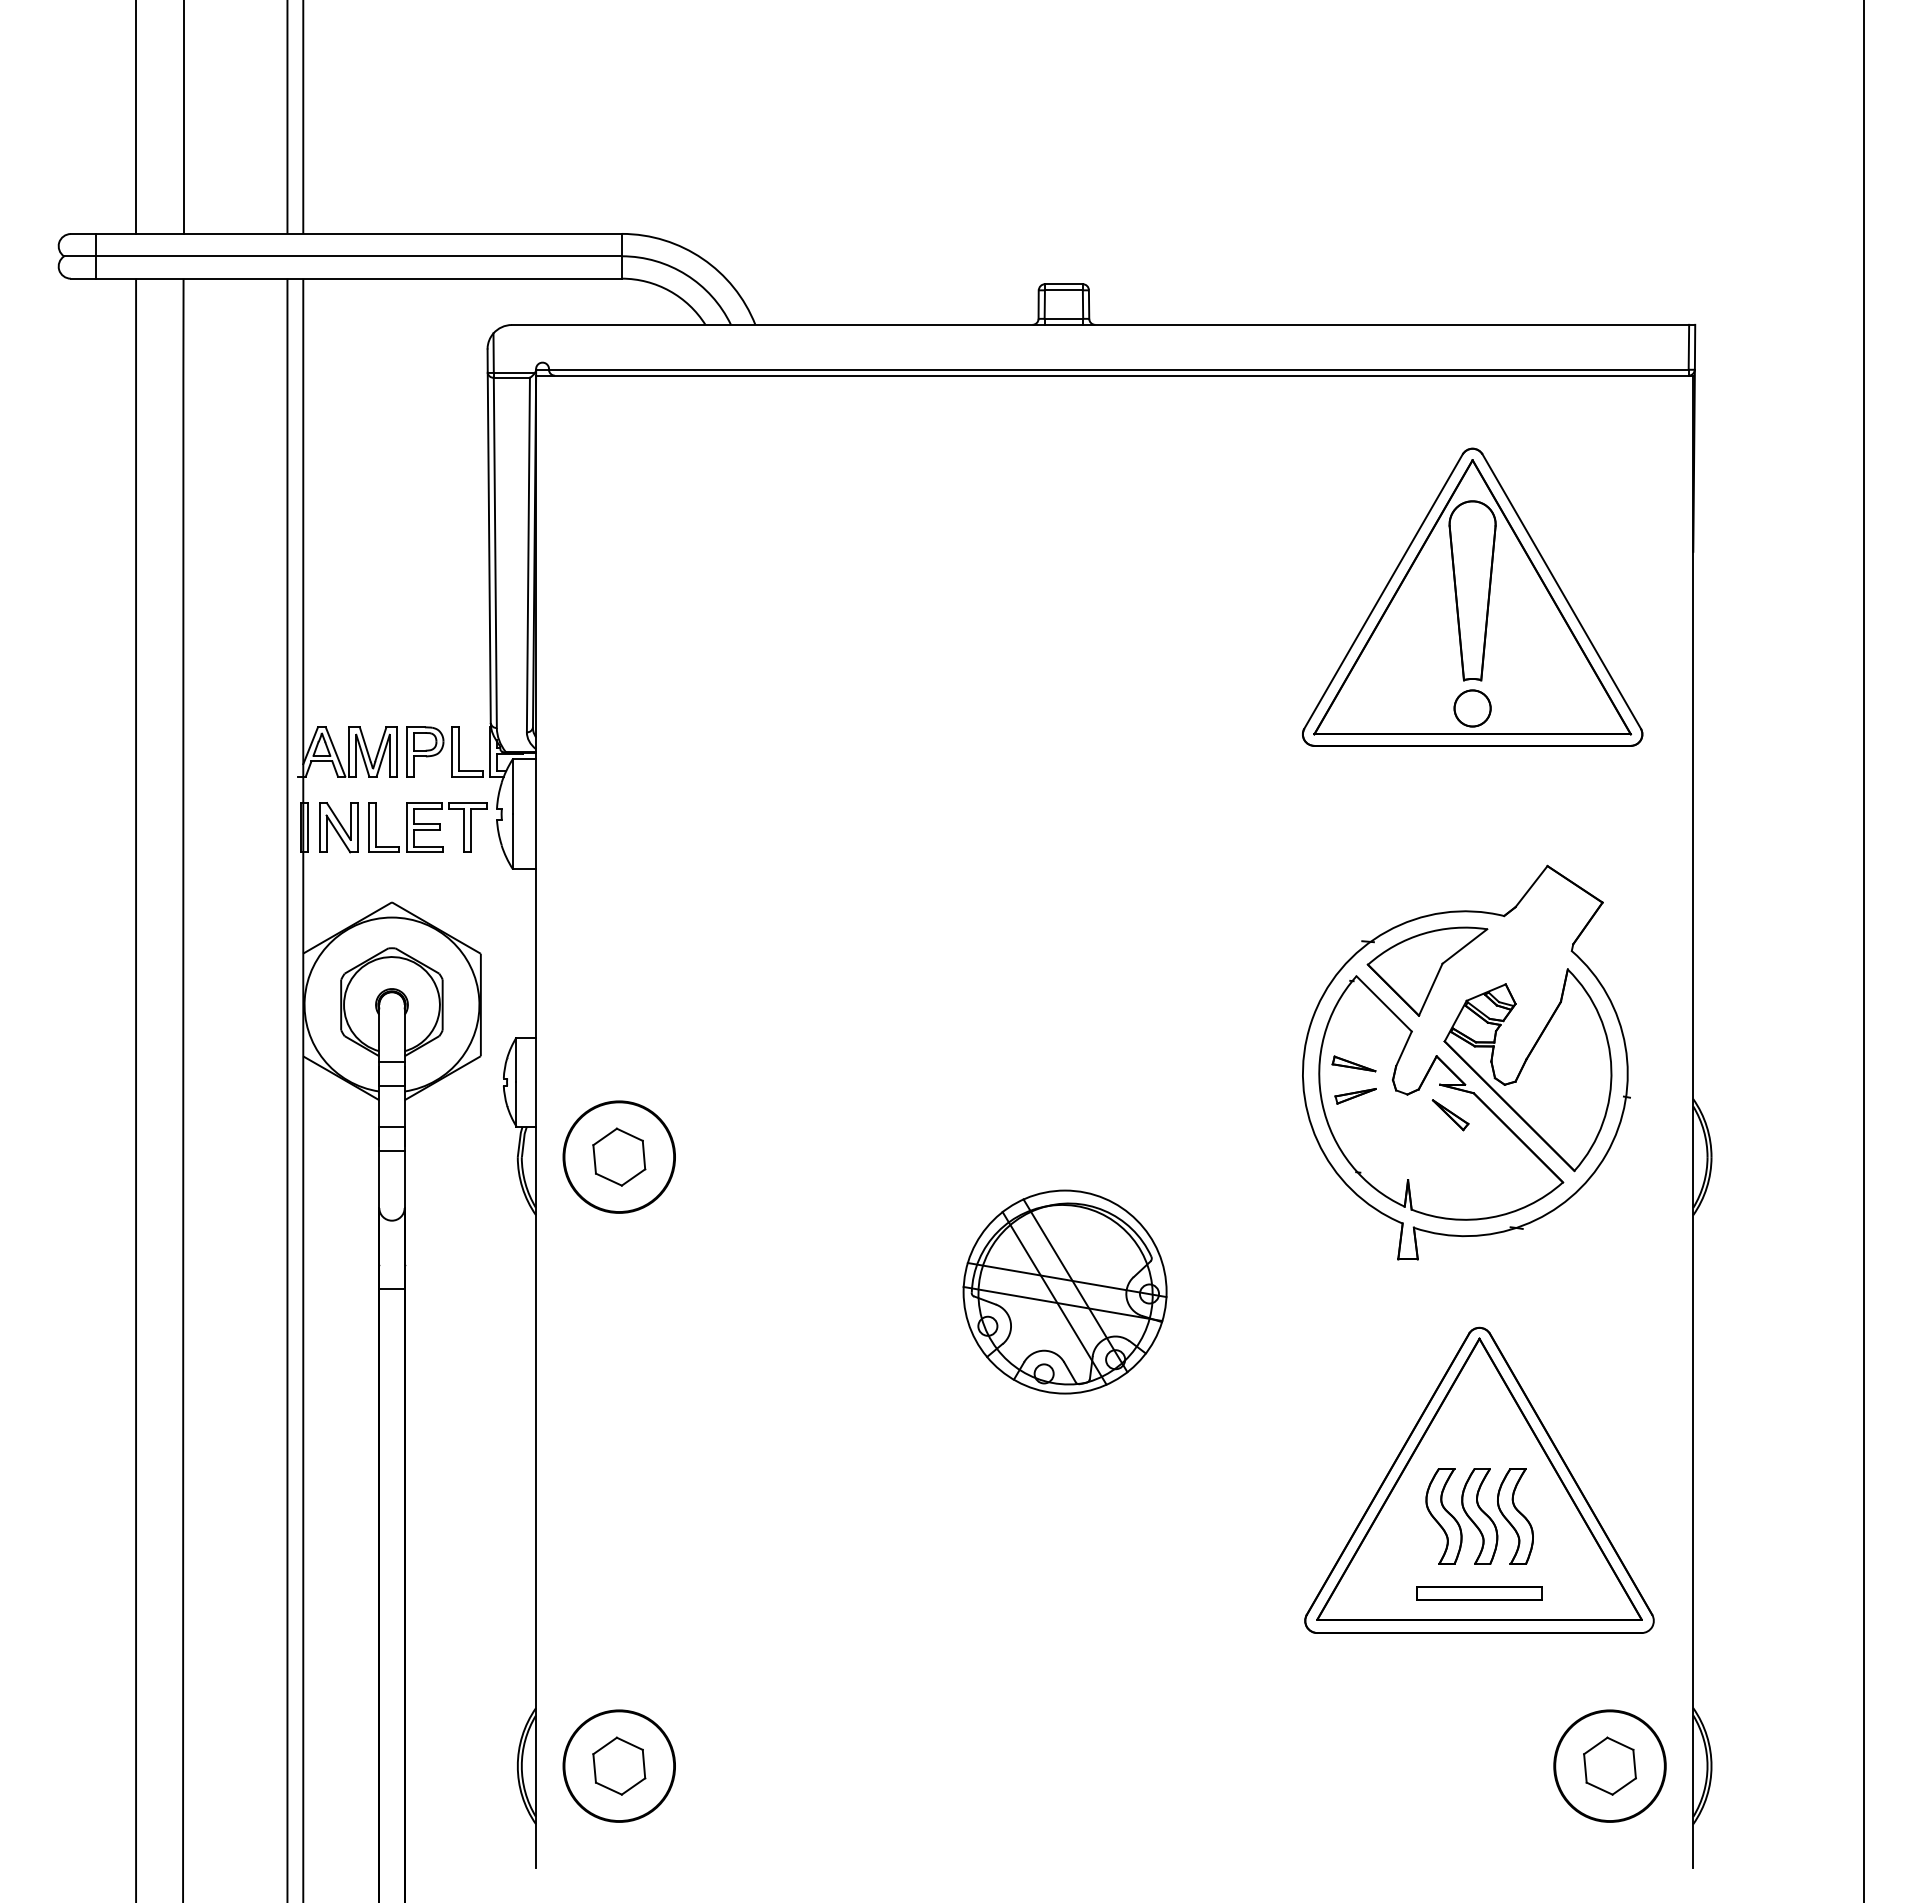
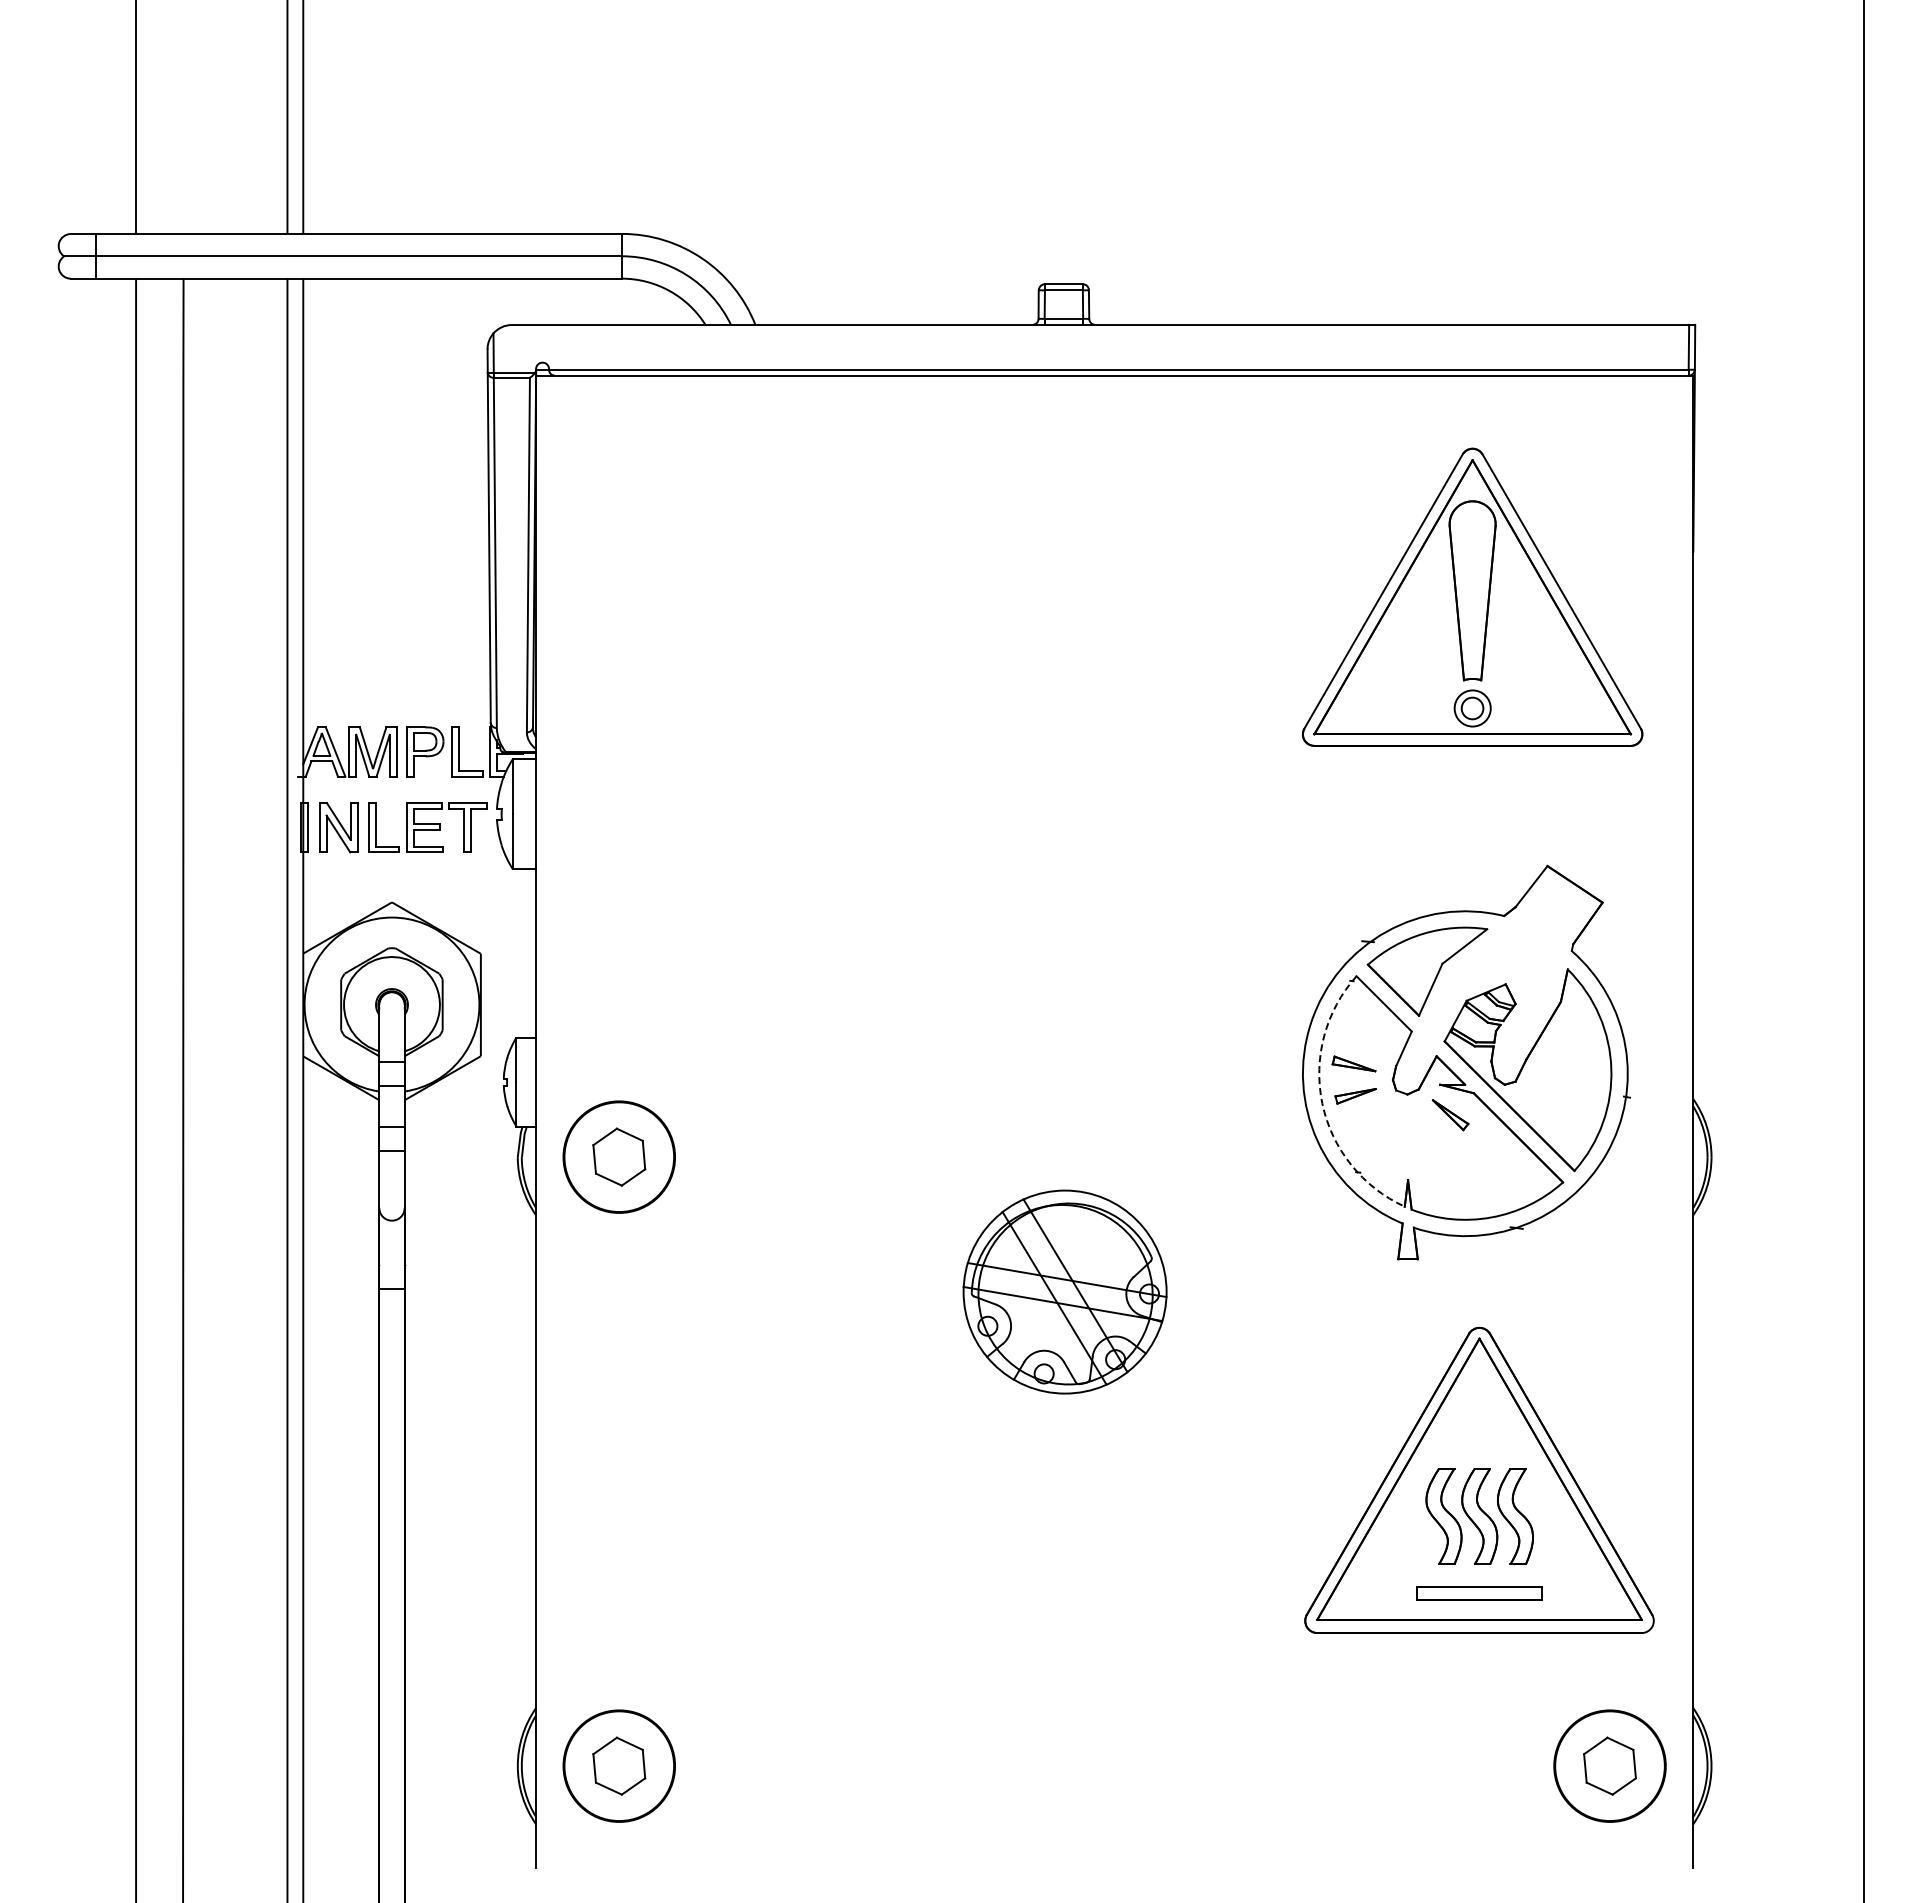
line at (183, 117): present -> none
circle at (1472, 708) diameter: 36 px -> 22 px
arc at (1322, 1103): solid -> dashed
